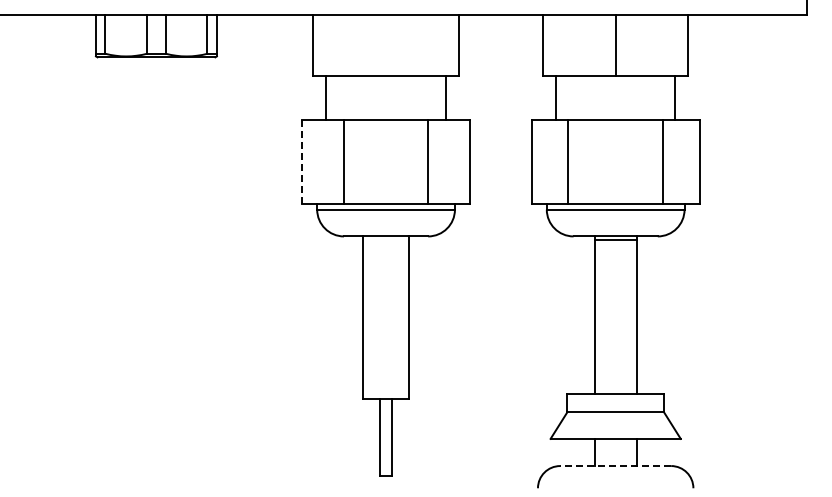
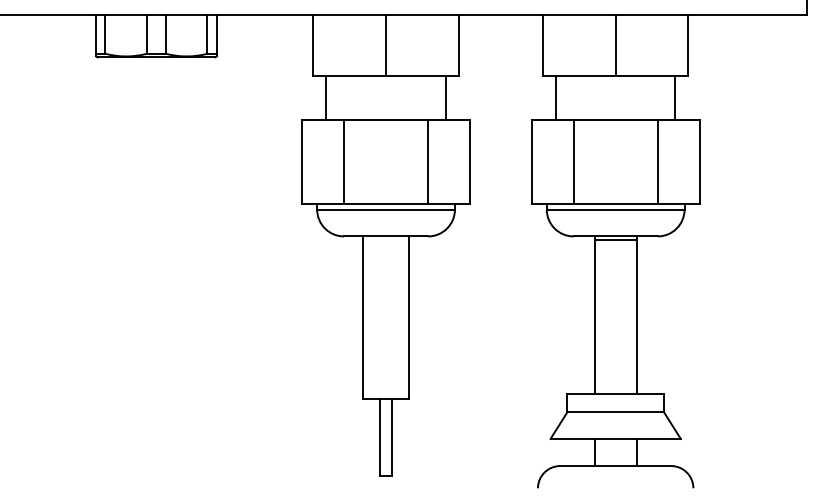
line at (386, 45): none -> present
line at (302, 161): dashed -> solid
line at (567, 162) position: (567, 162) -> (573, 162)
line at (662, 162) position: (662, 162) -> (657, 162)
line at (615, 466): dashed -> solid
